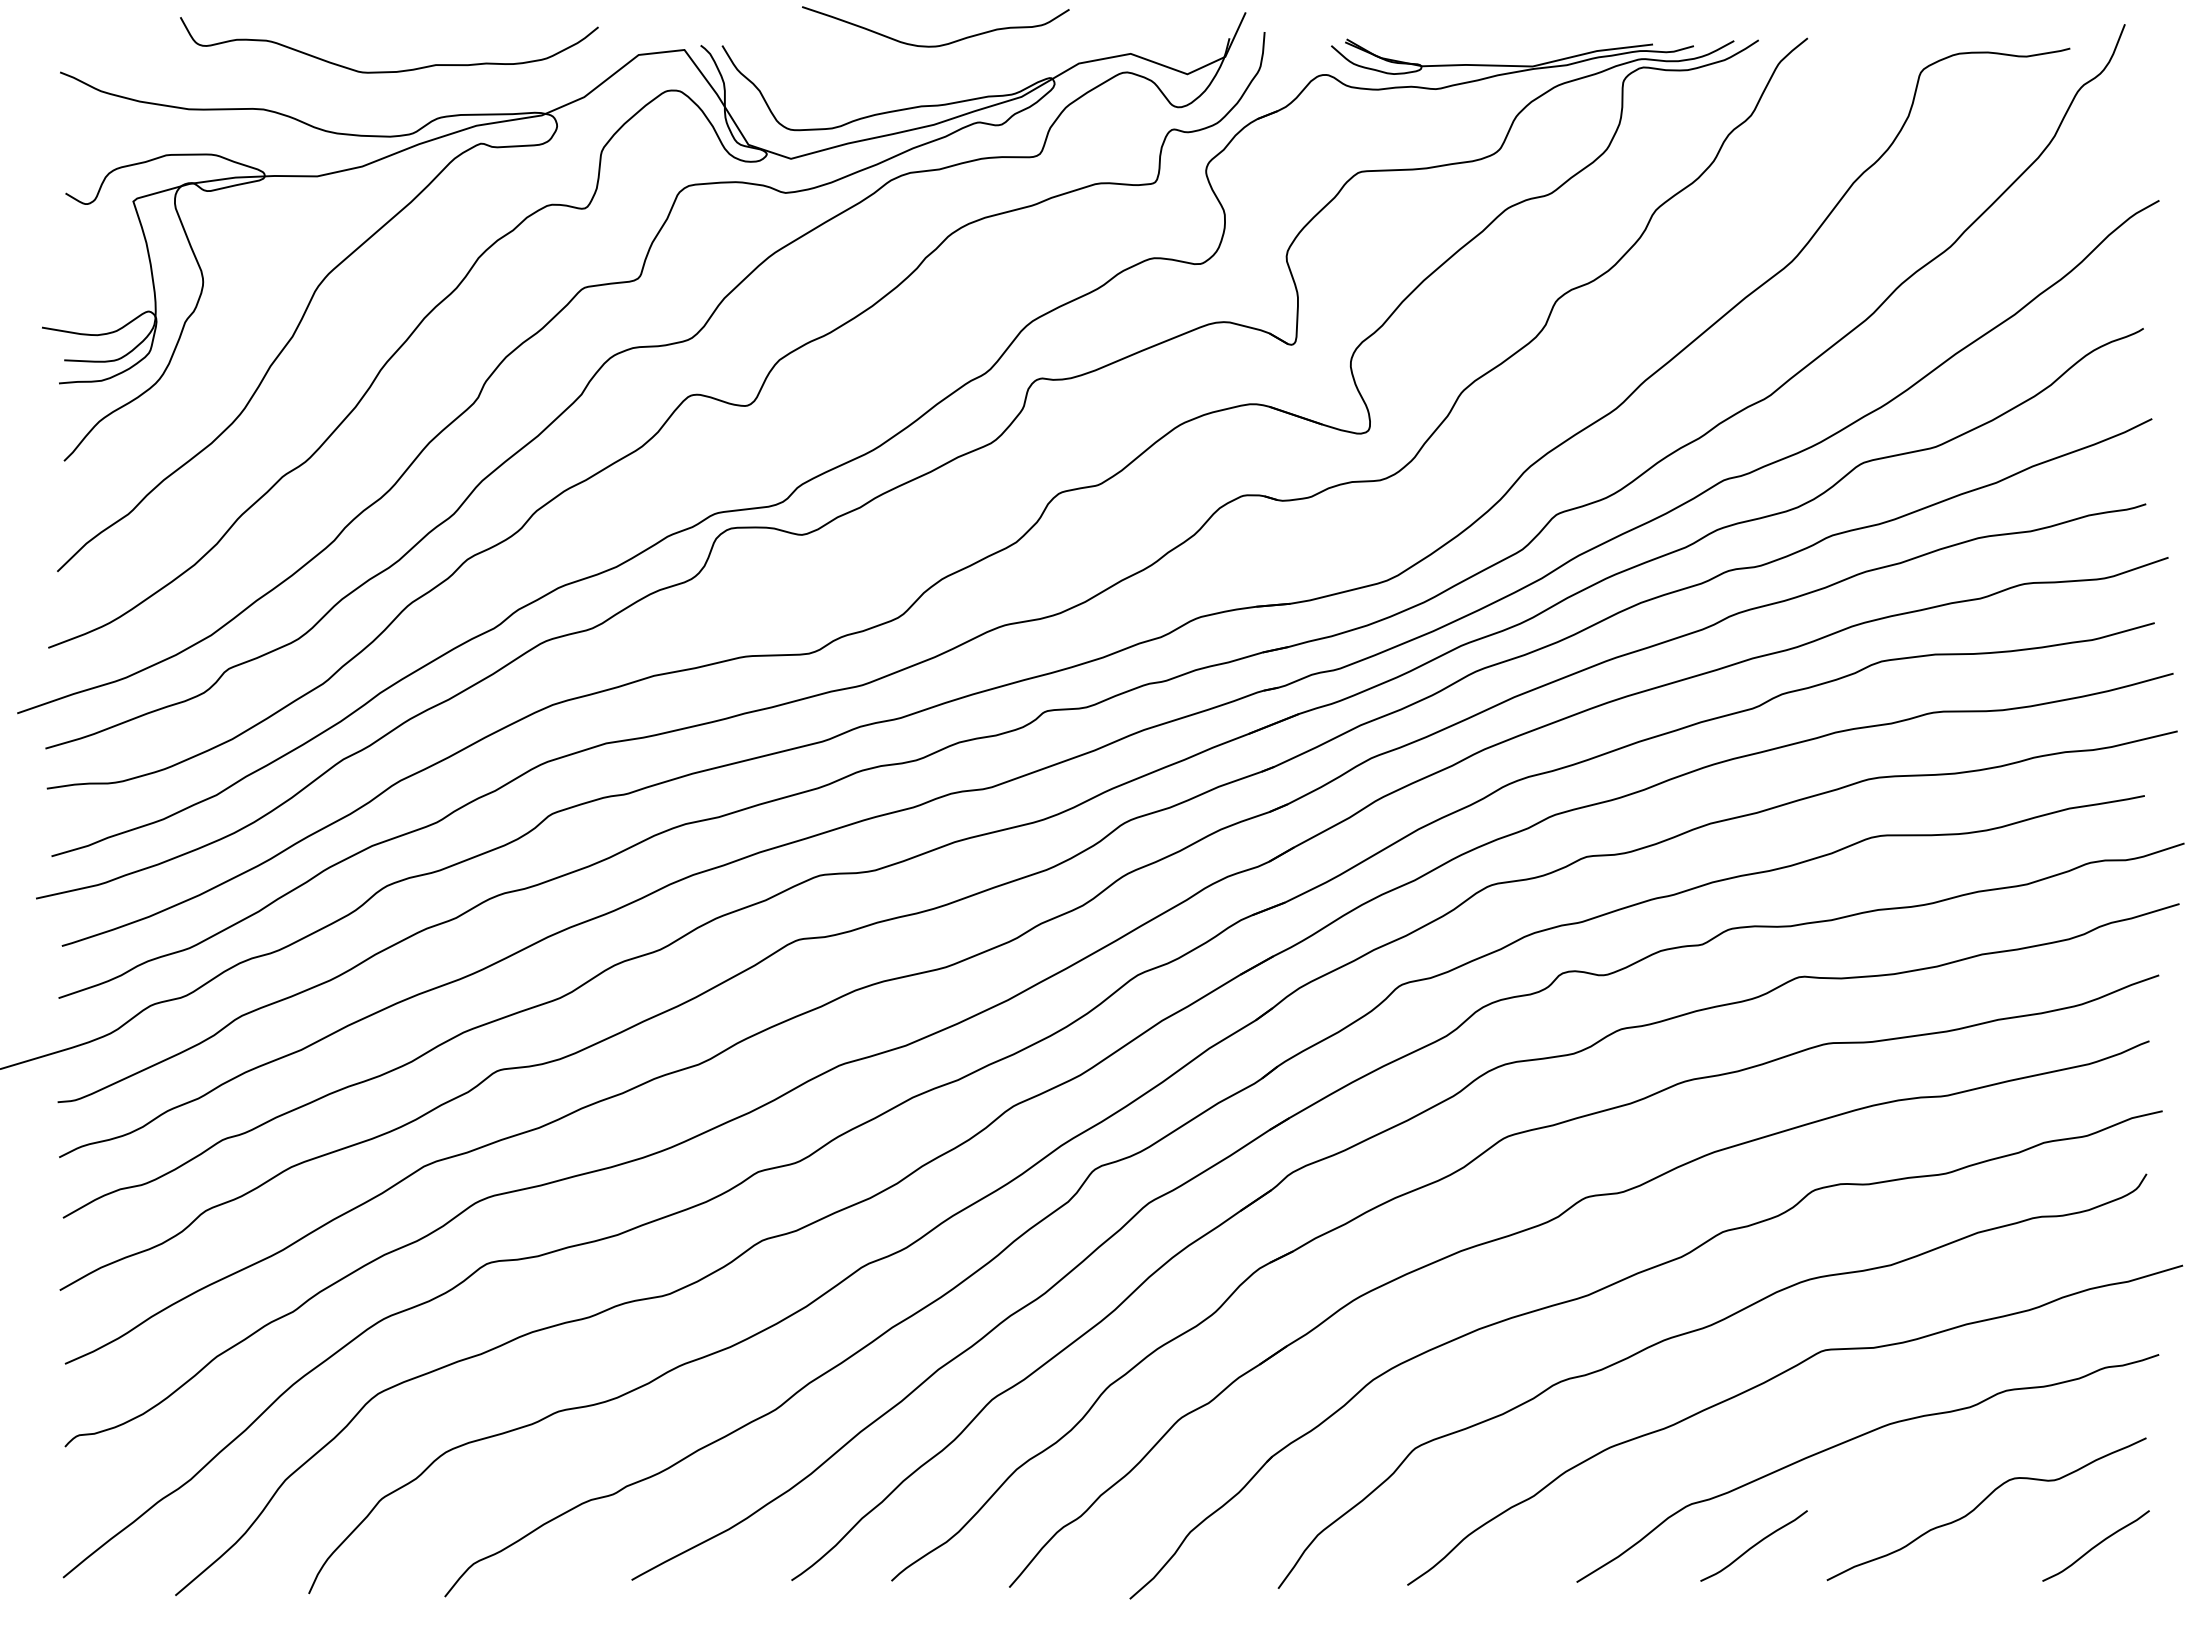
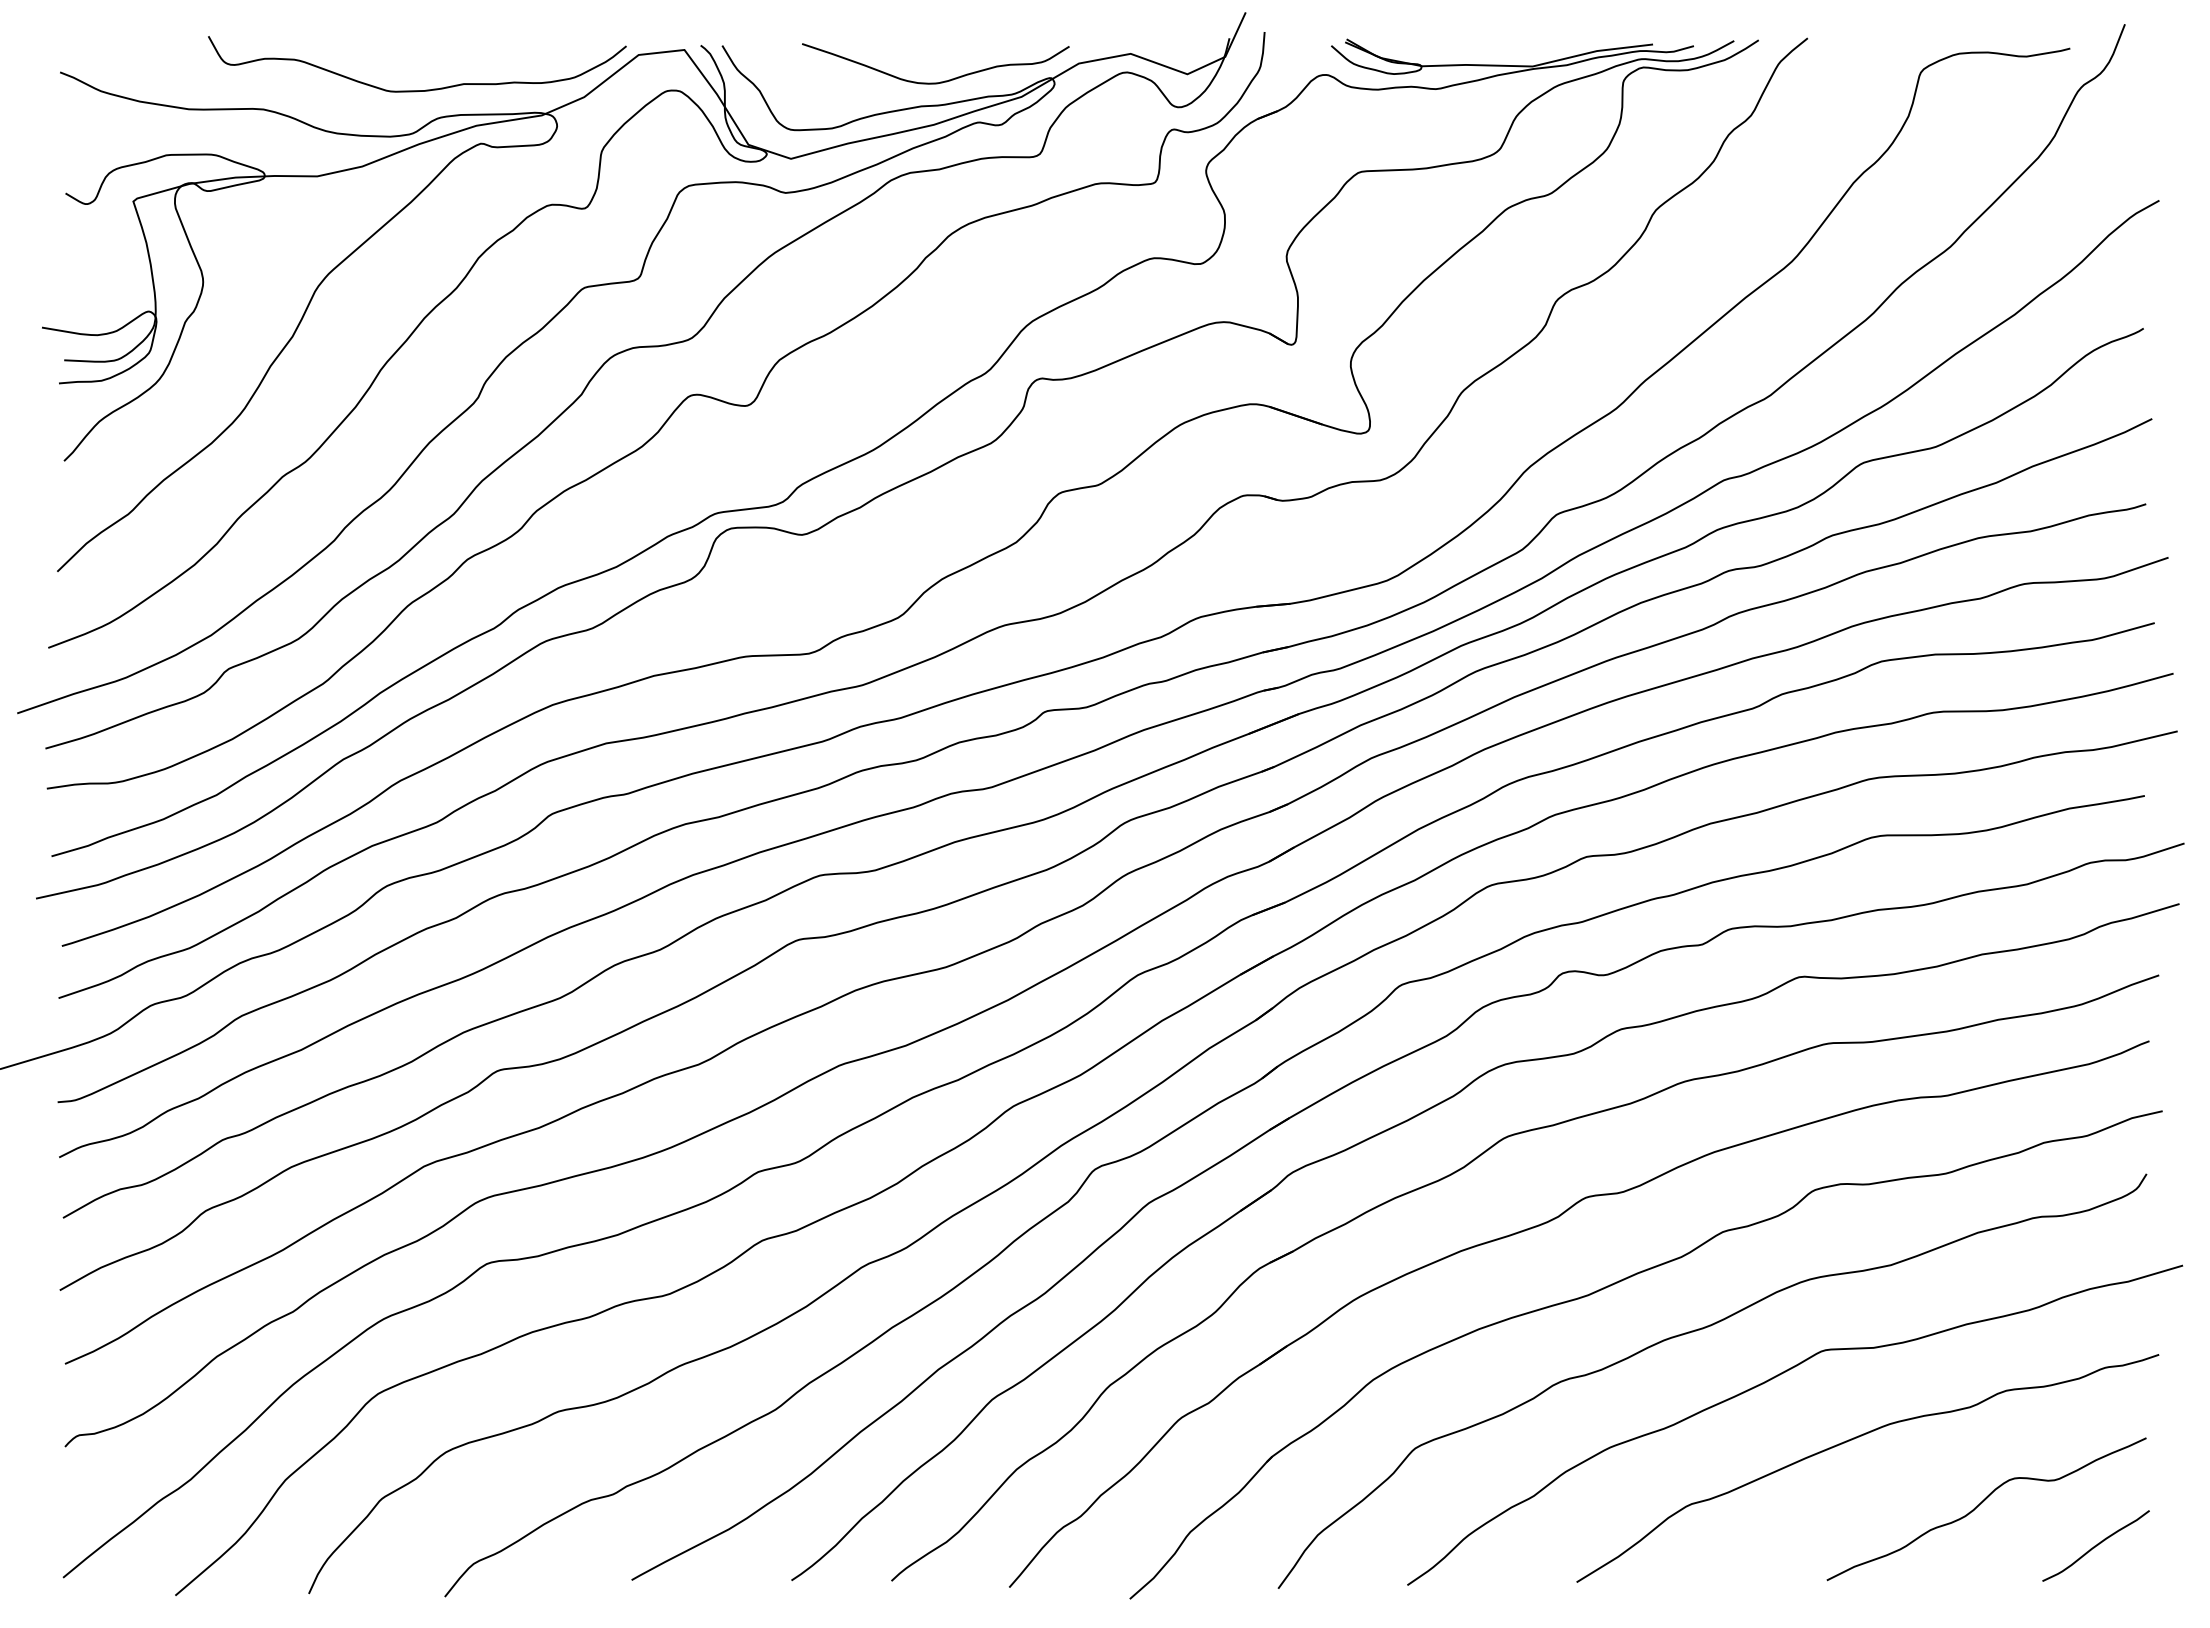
curve at (940, 44) position: (940, 44) -> (940, 81)
curve at (389, 71) position: (389, 71) -> (417, 90)
curve at (1753, 1545): present -> none
